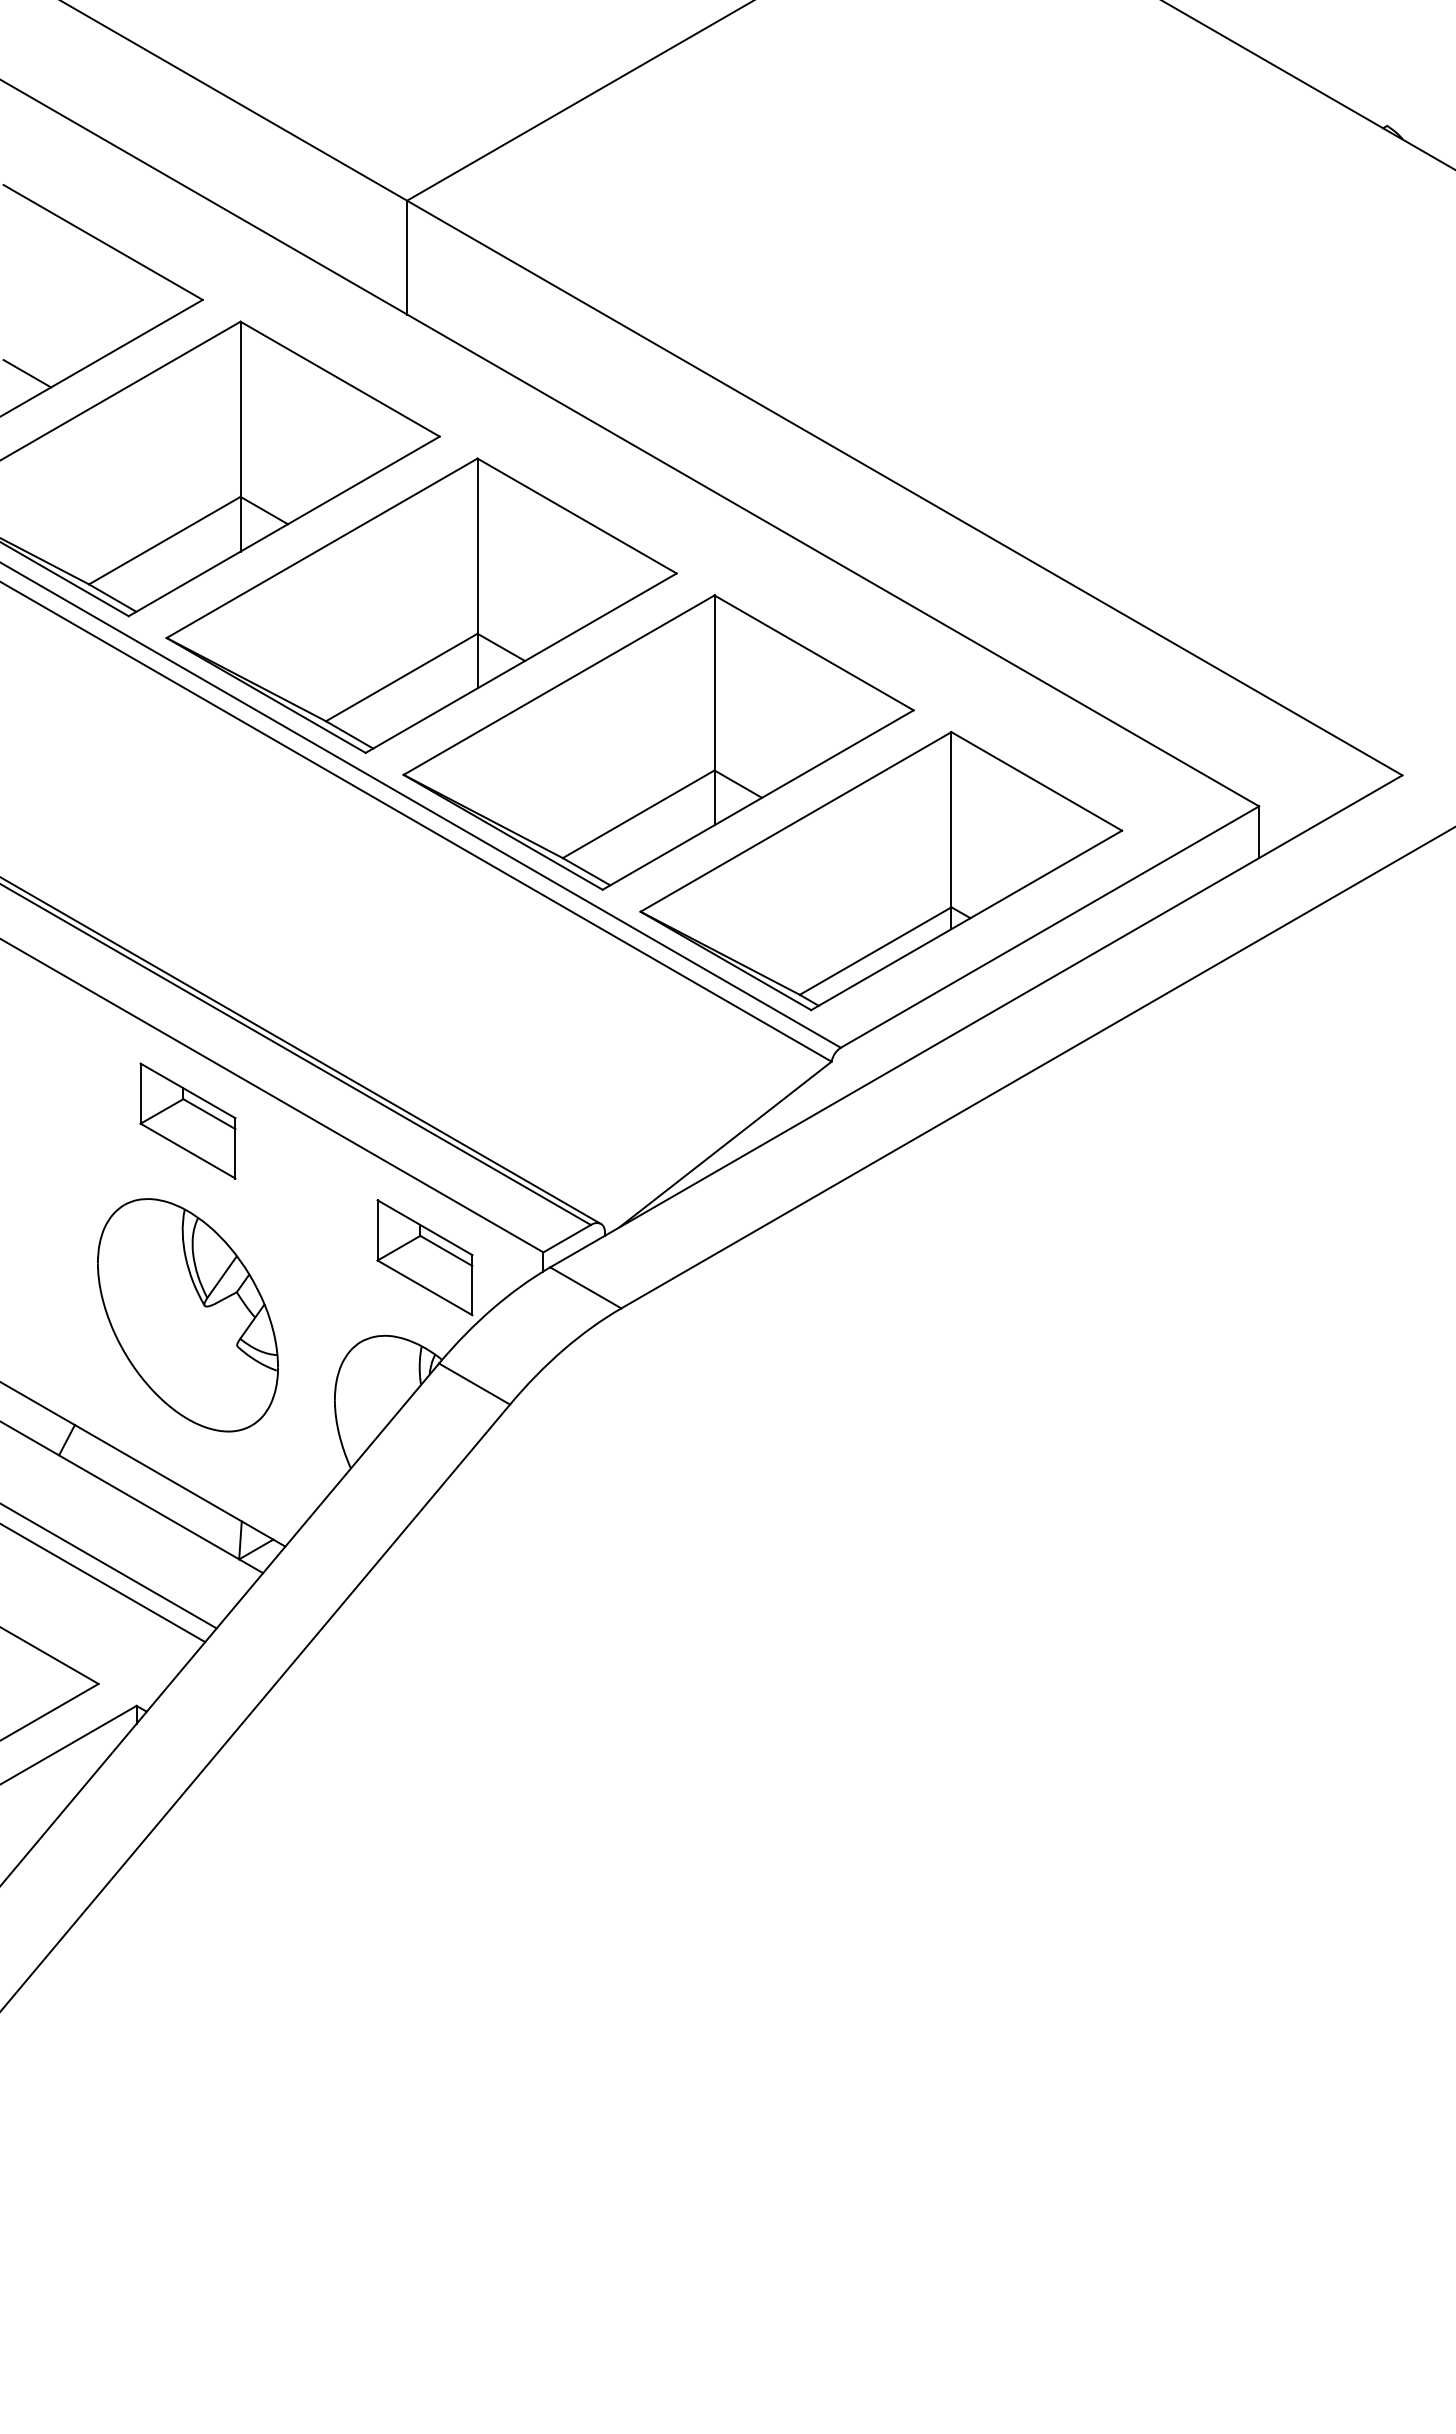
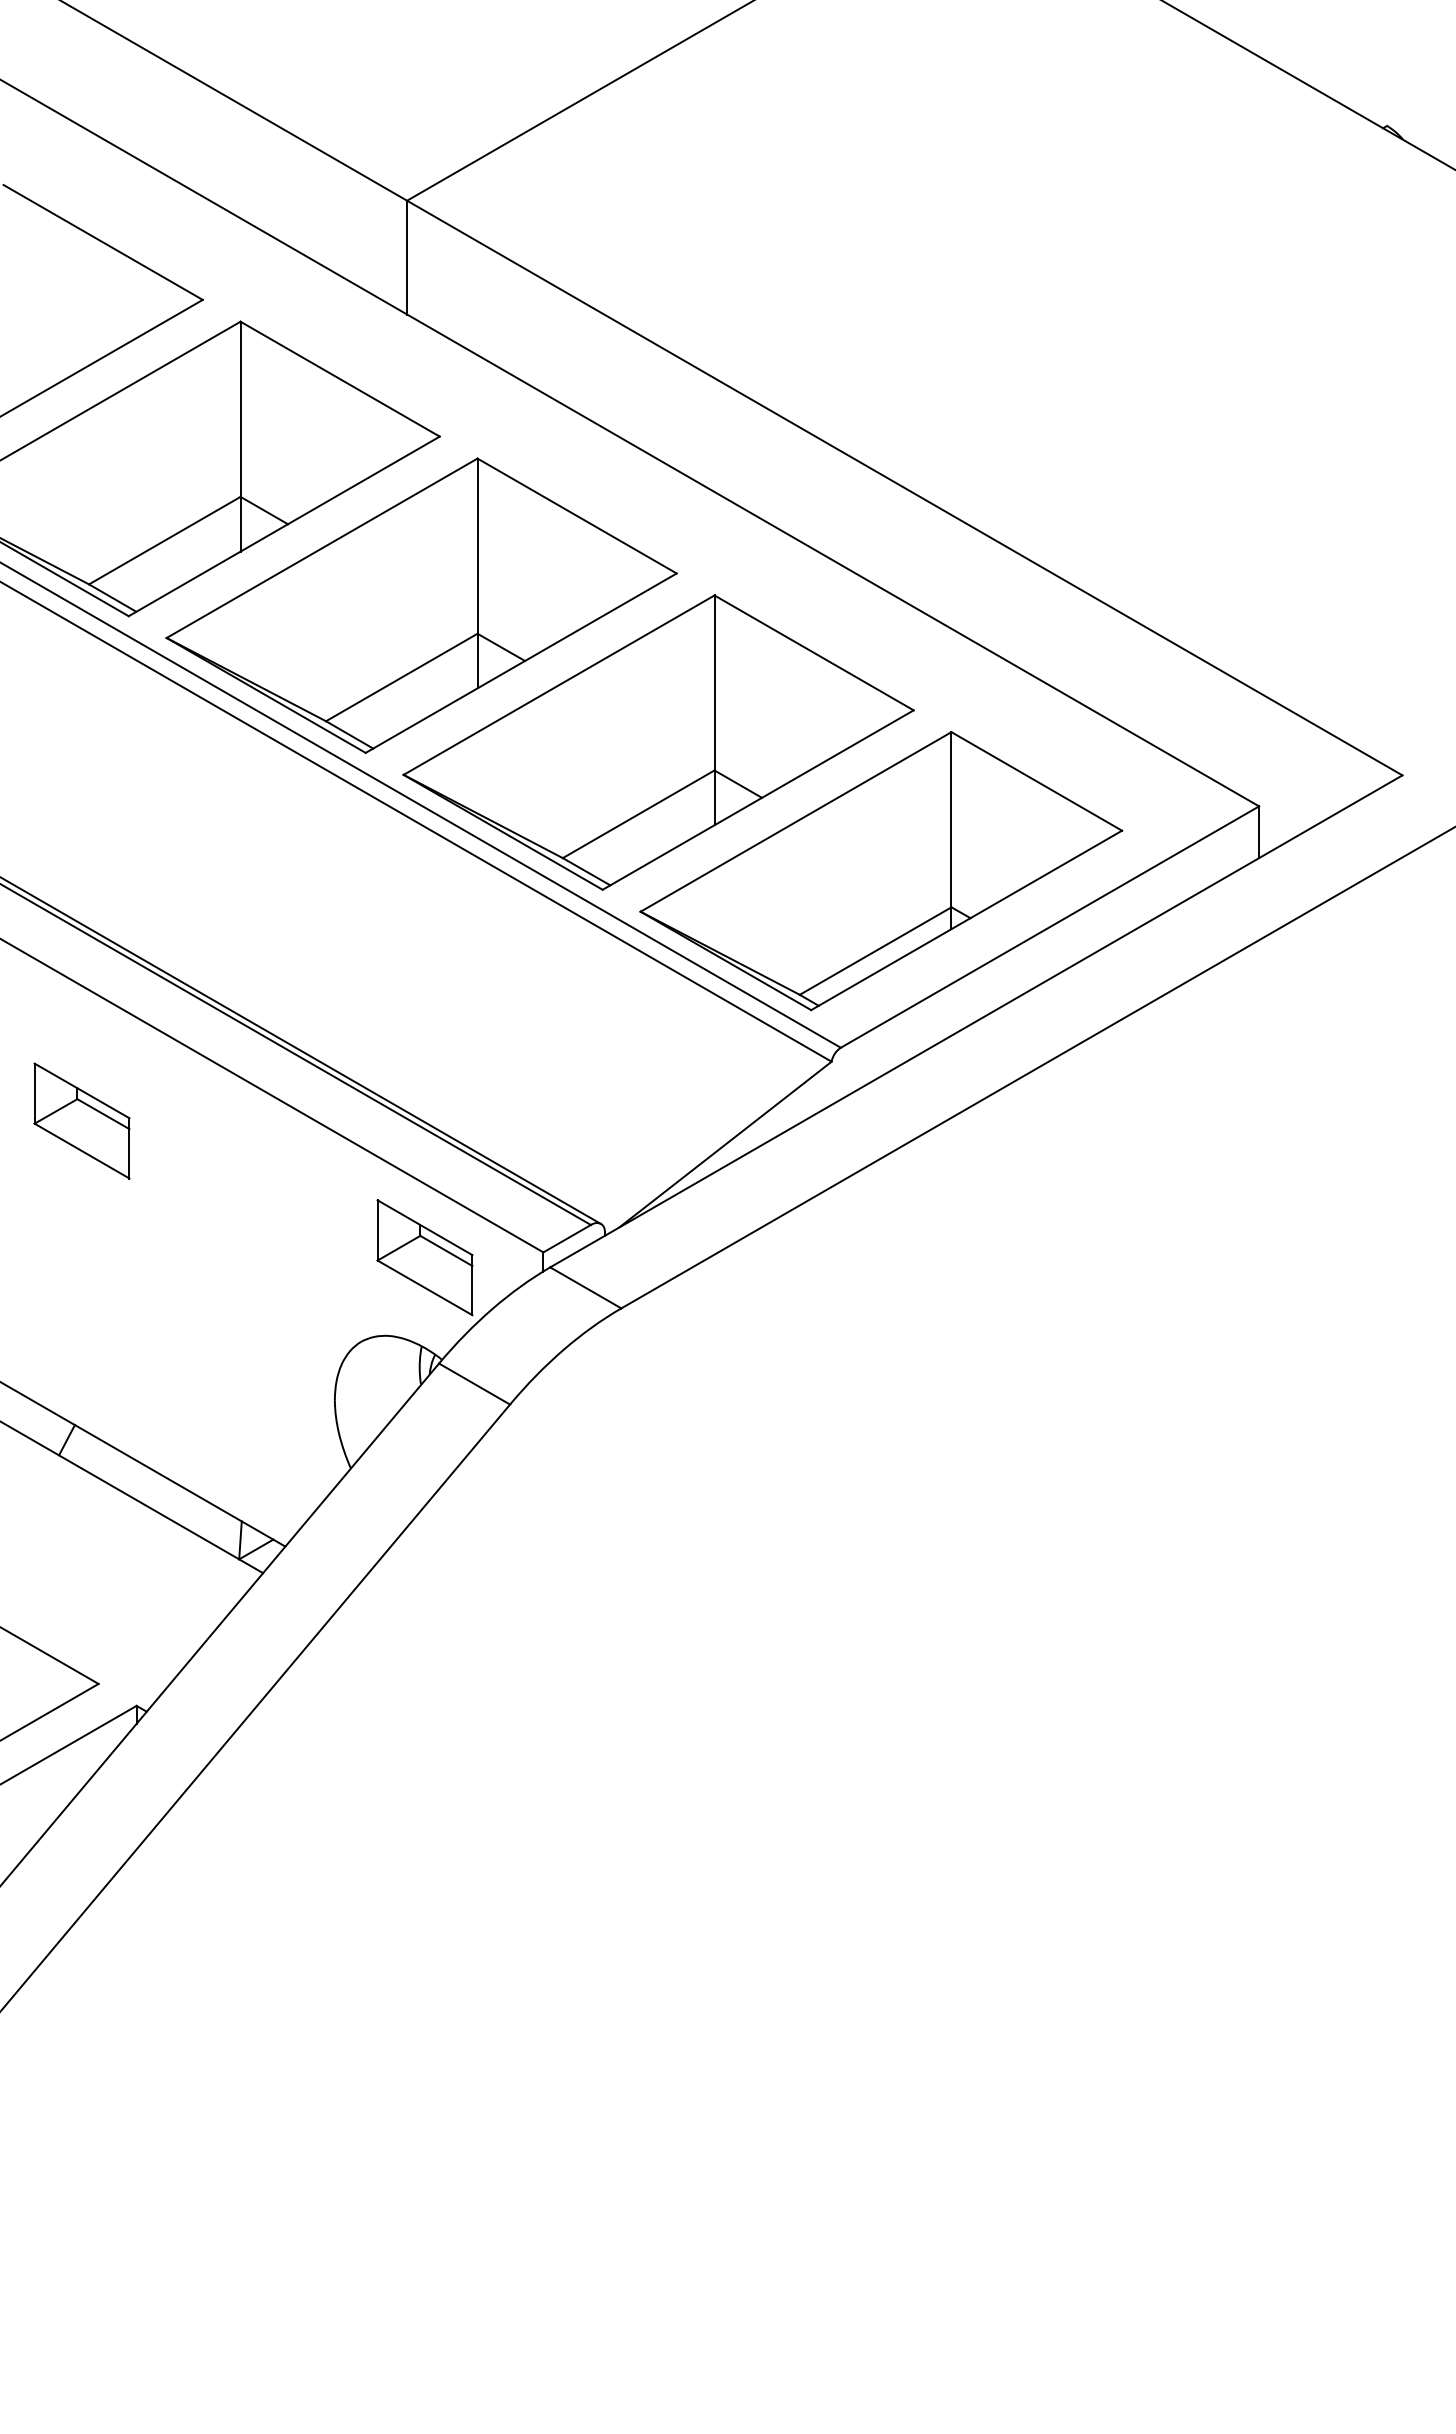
line at (27, 373): present -> none
part at (187, 1120) position: (187, 1120) -> (81, 1120)
part at (187, 1315): present -> none
line at (109, 1566): present -> none
line at (103, 1583): present -> none
